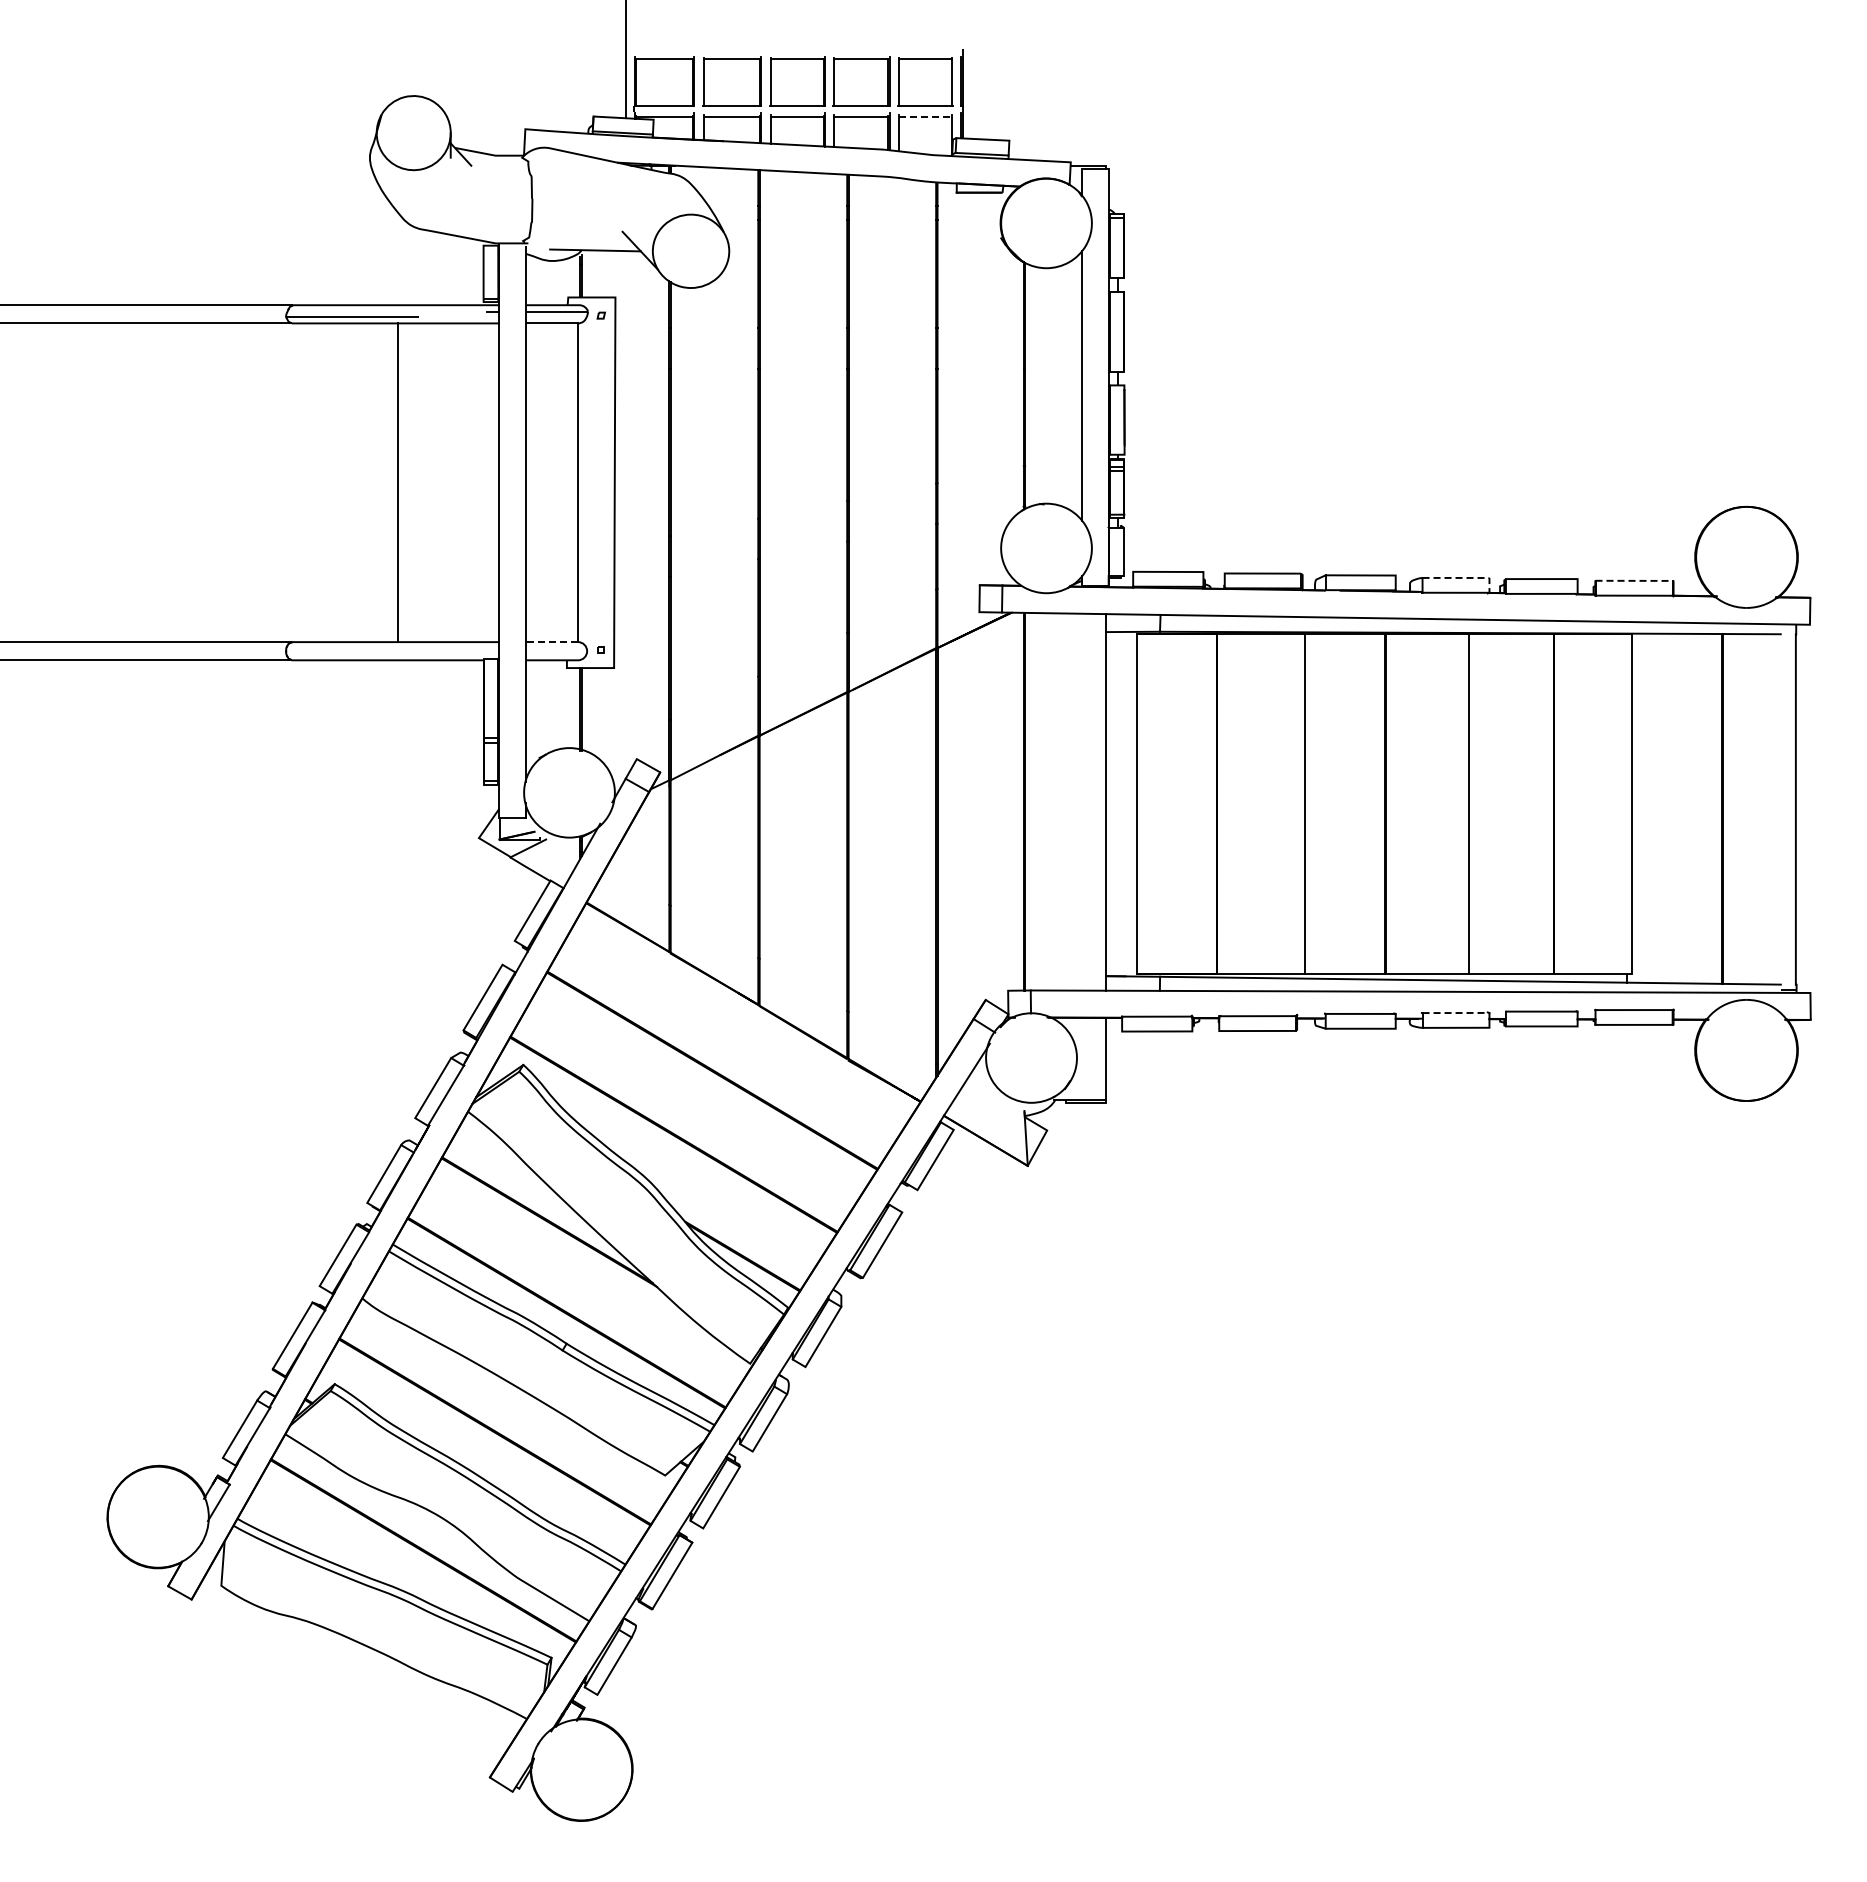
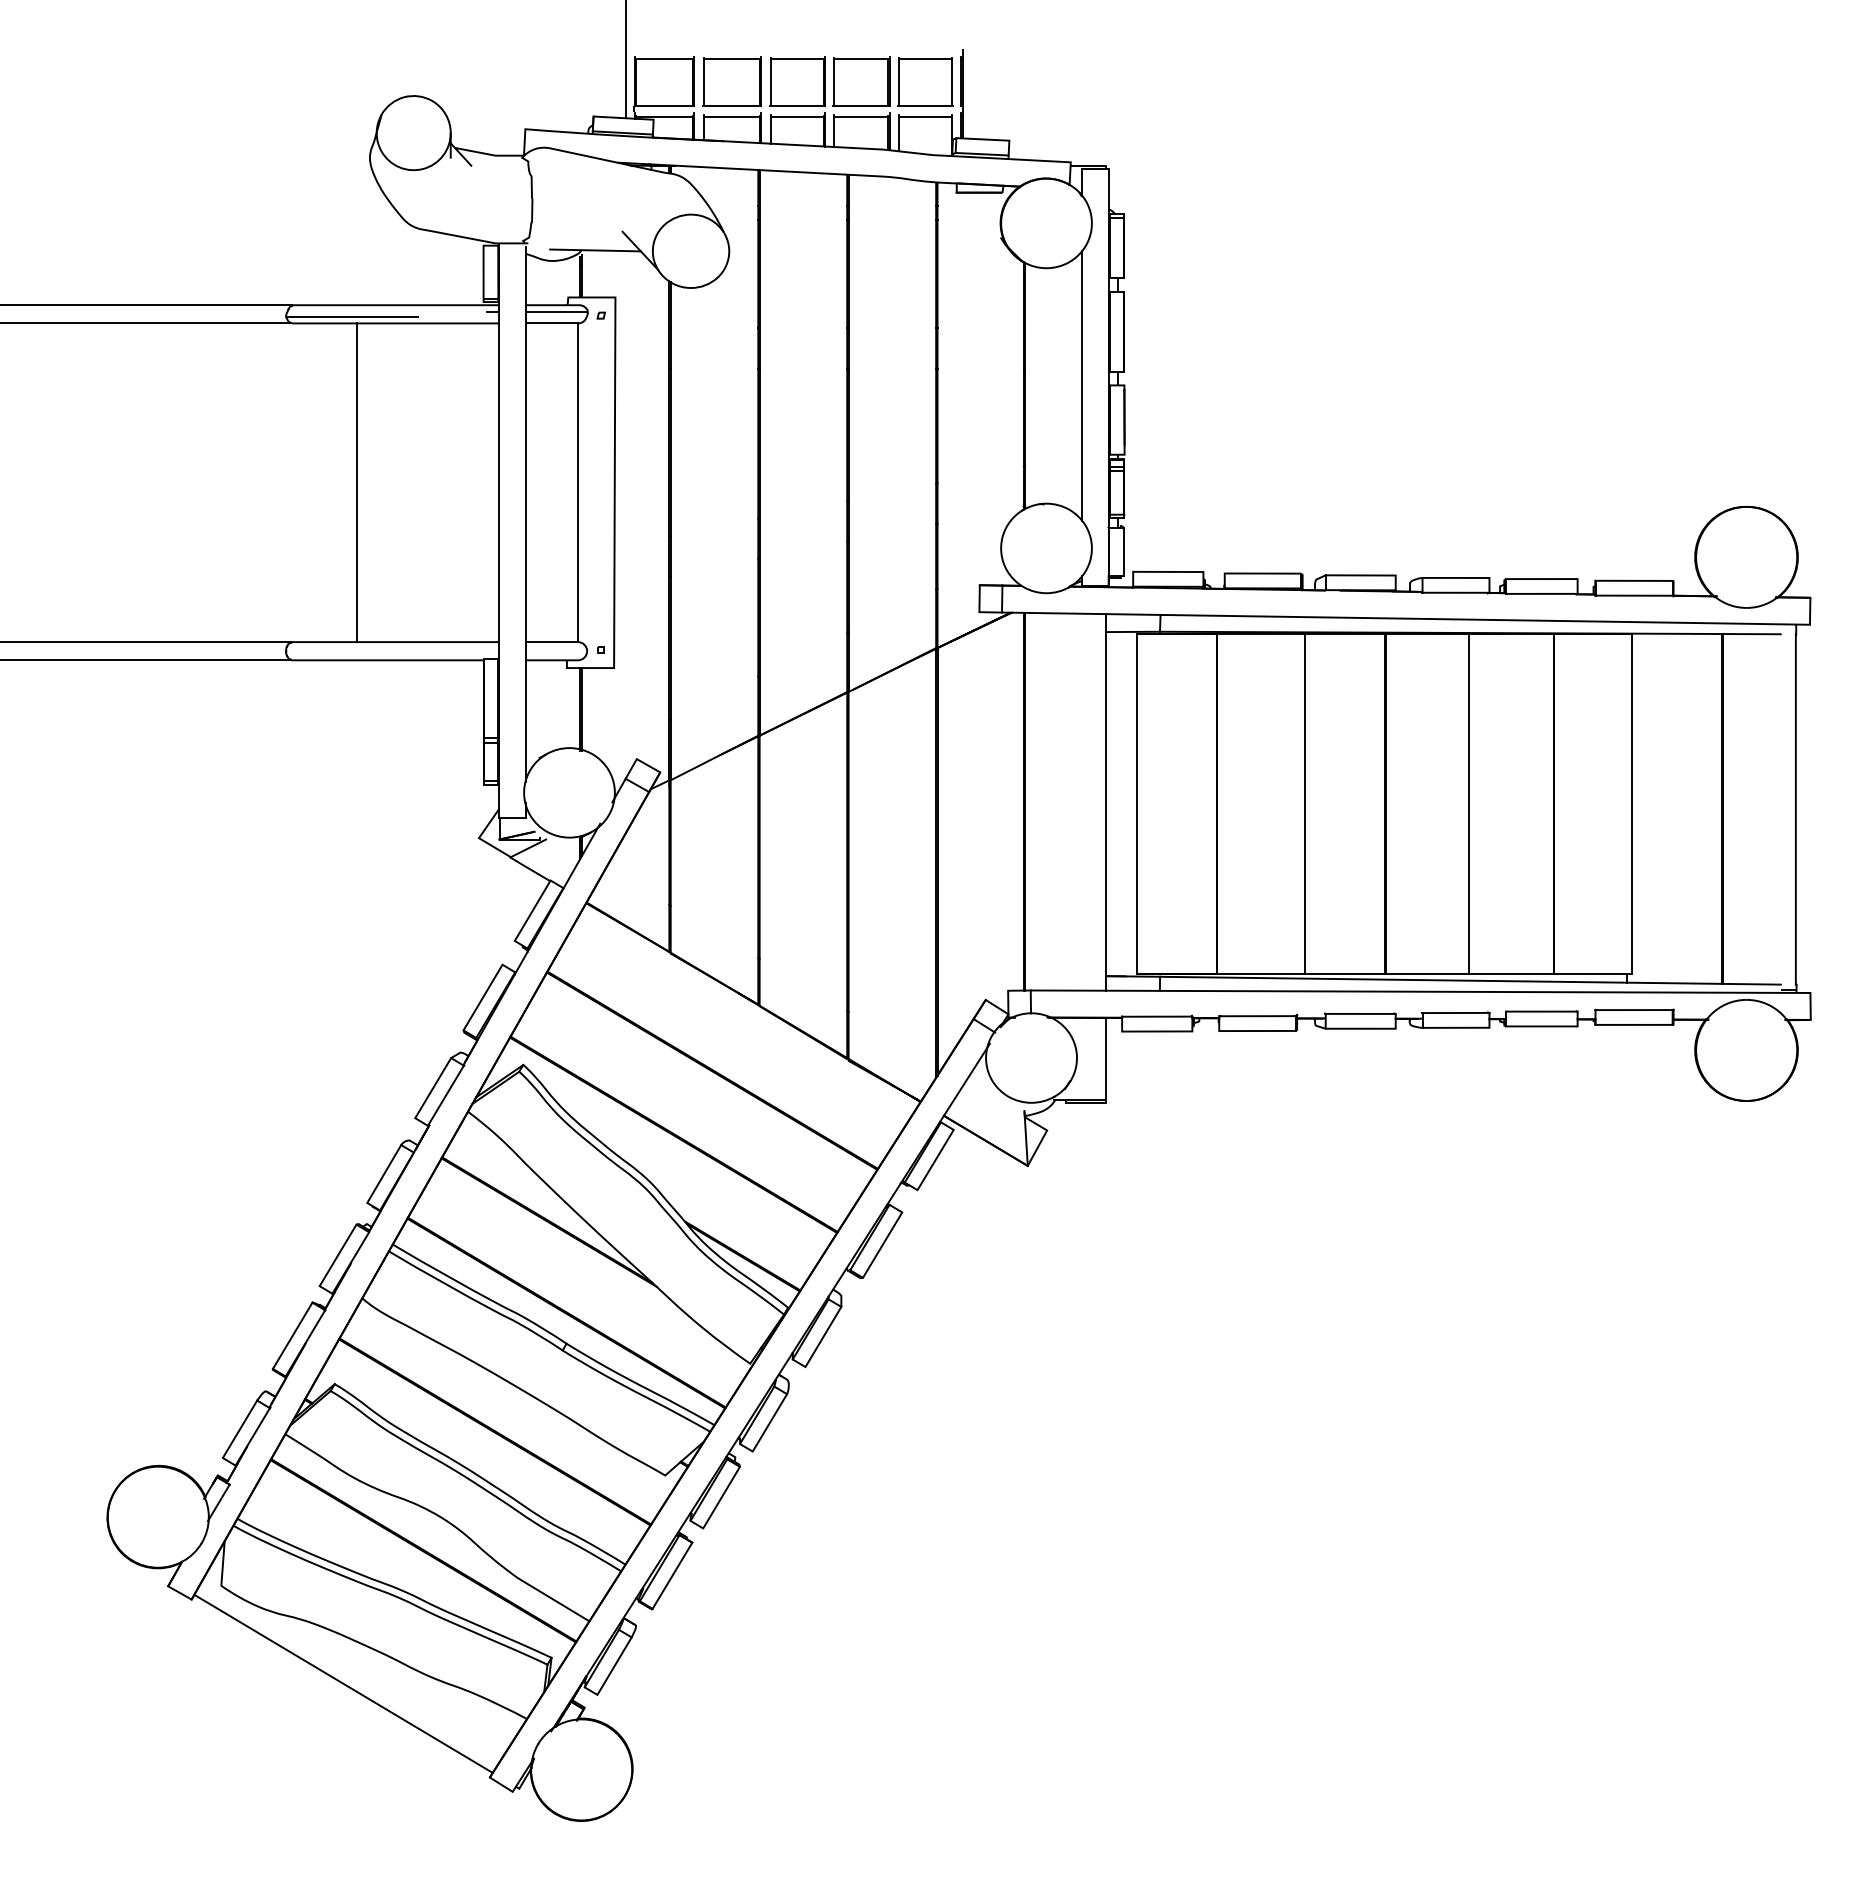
line at (925, 116): dashed -> solid
line at (398, 482) position: (398, 482) -> (357, 482)
line at (1464, 577): dashed -> solid
line at (1634, 580): dashed -> solid
line at (552, 642): dashed -> solid
line at (1456, 1013): dashed -> solid
line at (343, 1683): none -> present
